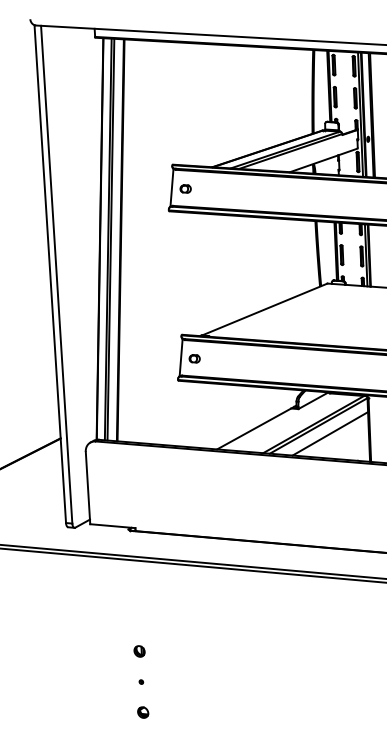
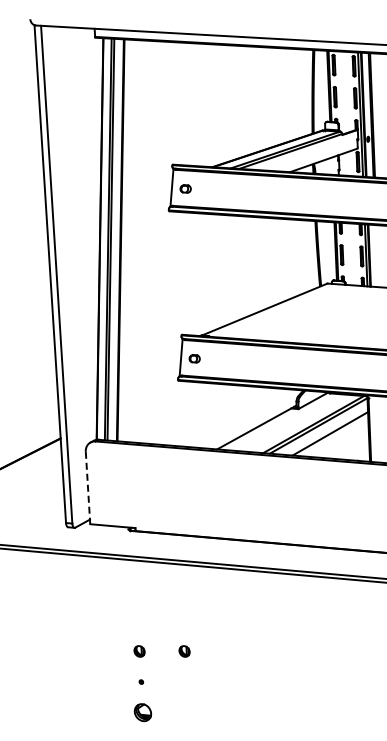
line at (88, 488): solid -> dashed
part at (184, 651): none -> present
part at (143, 712) size: 13x13 px -> 20x20 px
